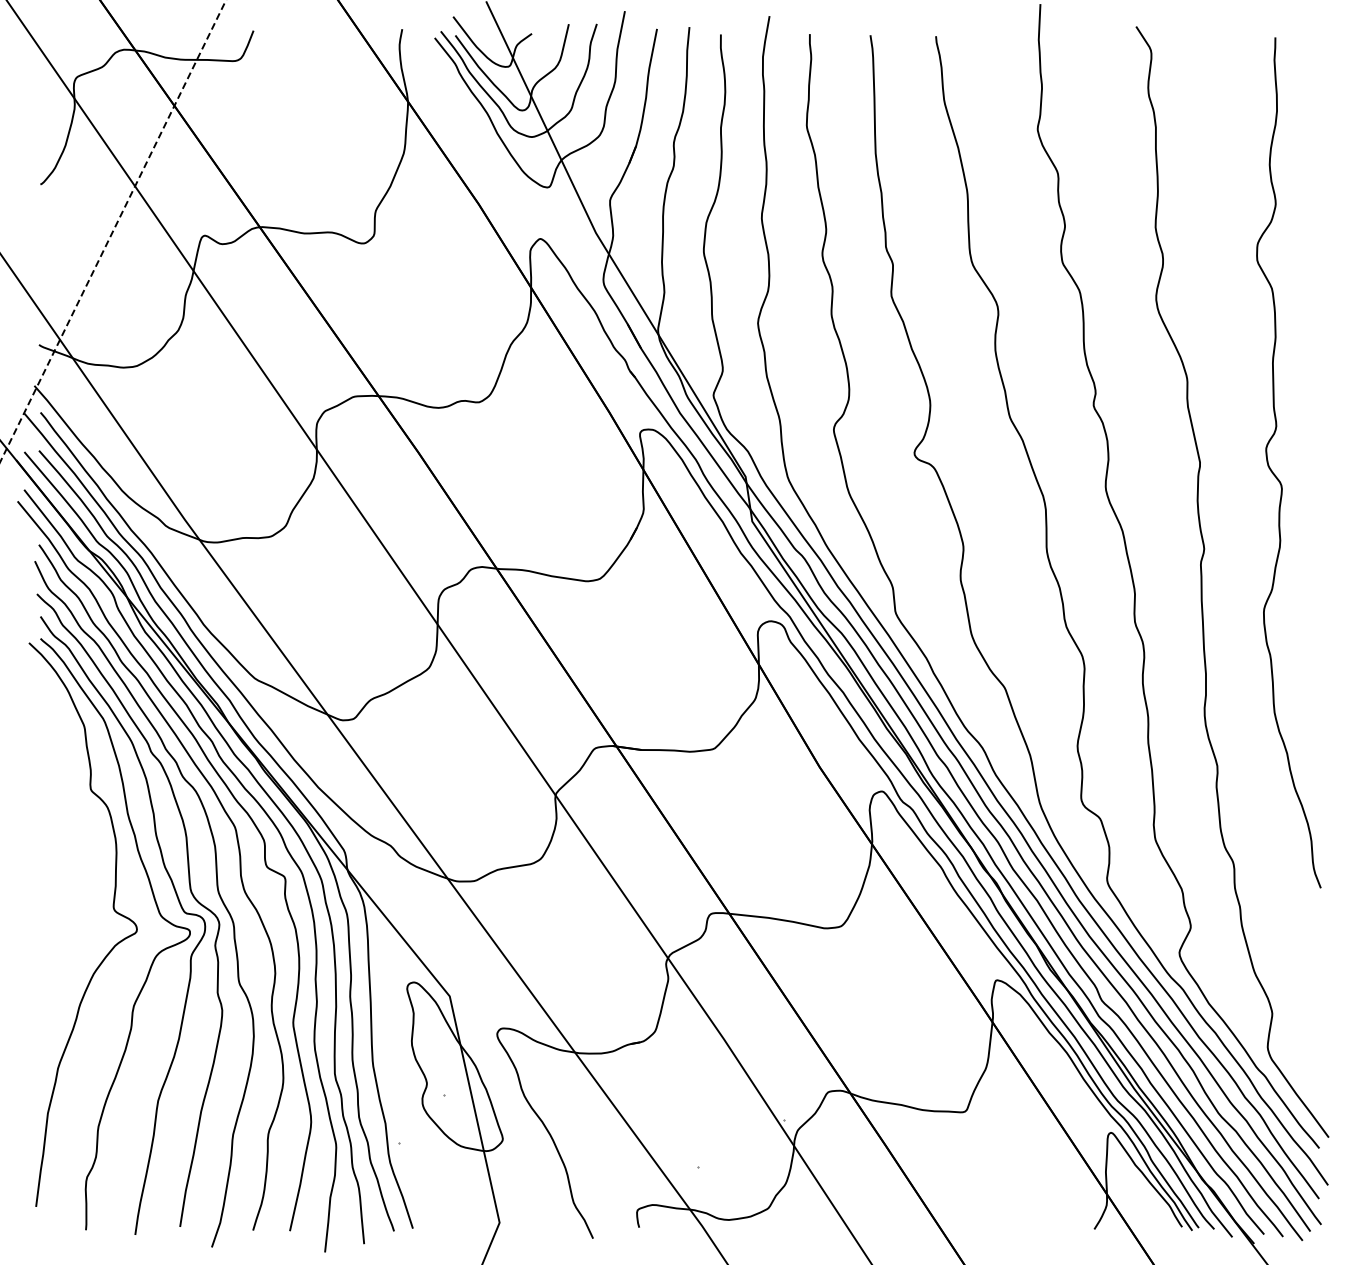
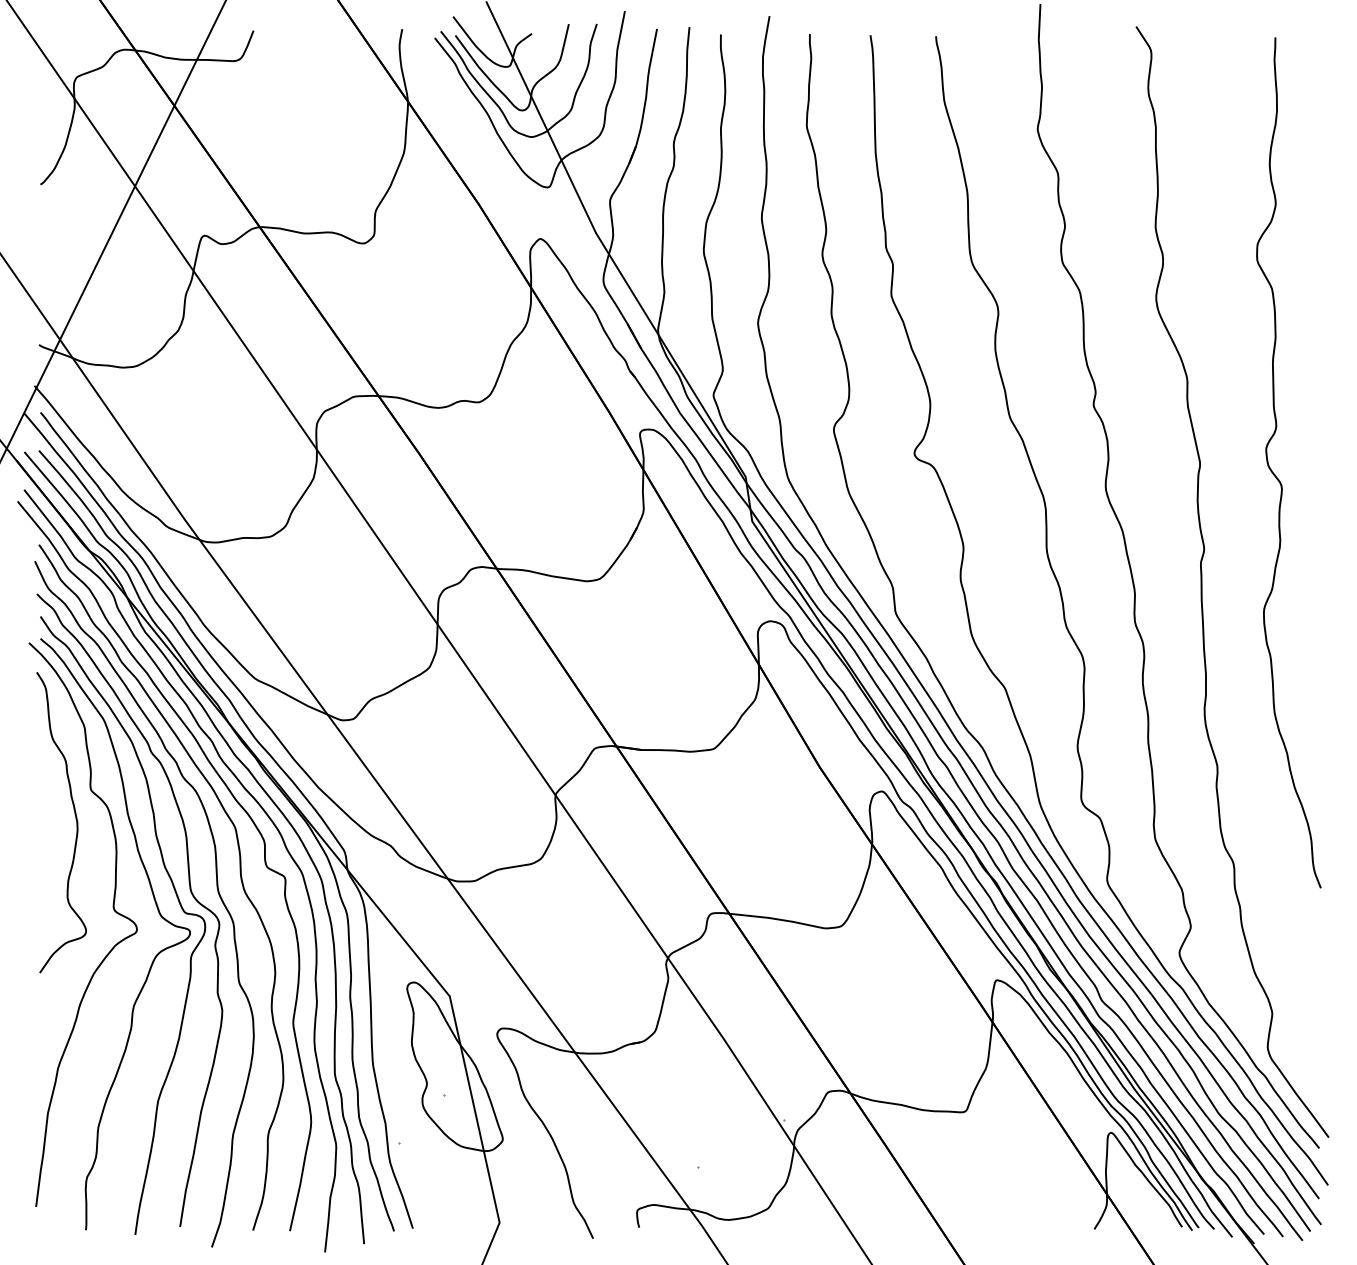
line at (113, 231): dashed -> solid
curve at (75, 819): none -> present
